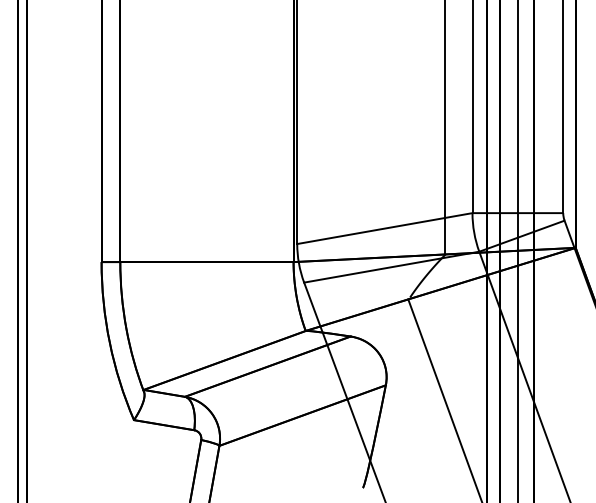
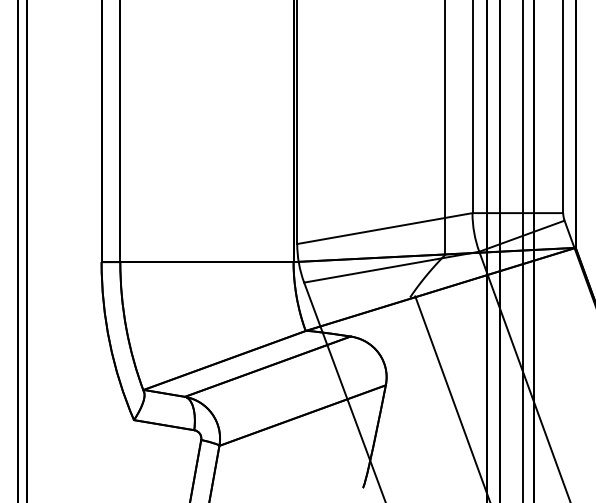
line at (518, 250) position: (518, 250) -> (523, 250)
line at (444, 399) position: (444, 399) -> (452, 397)
